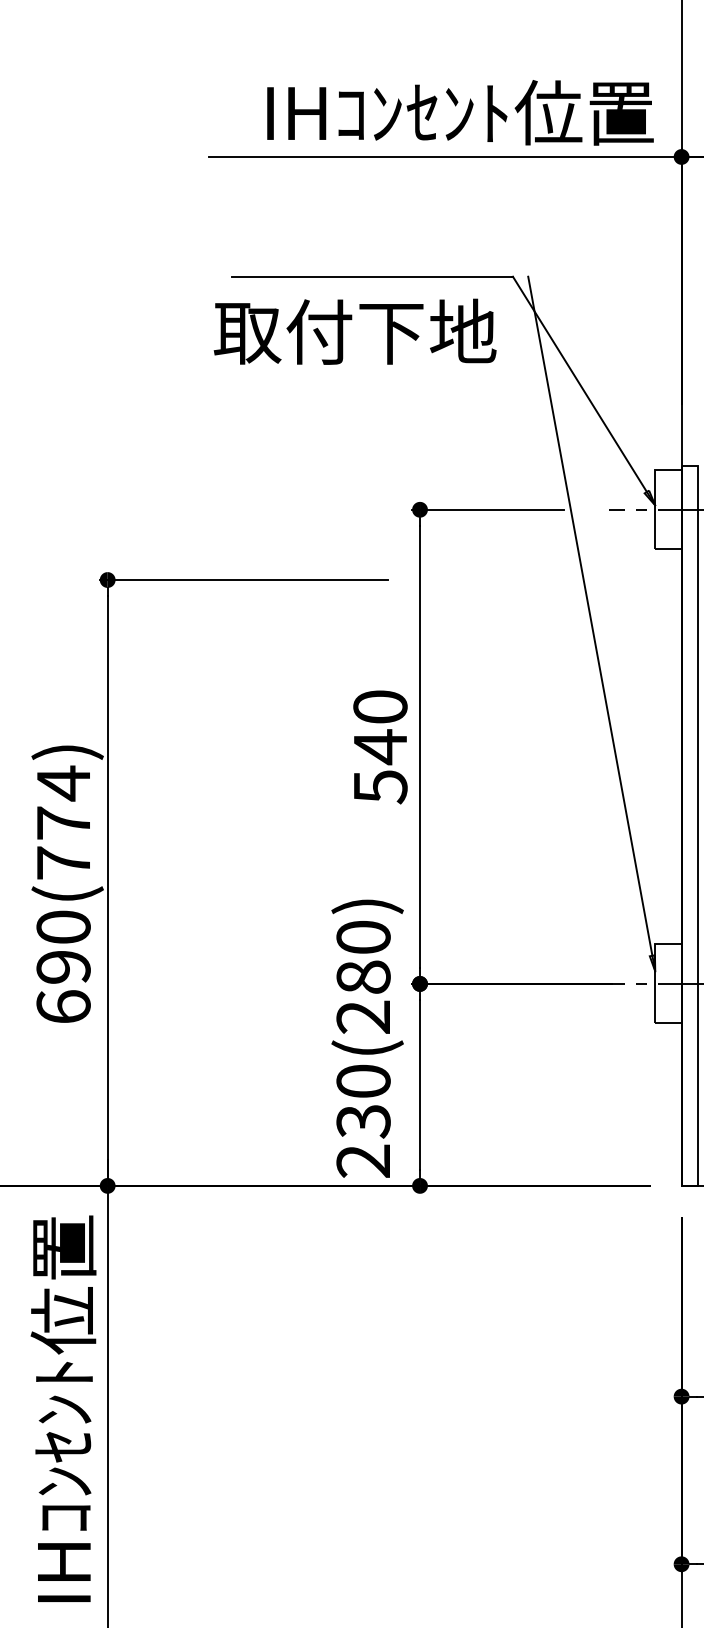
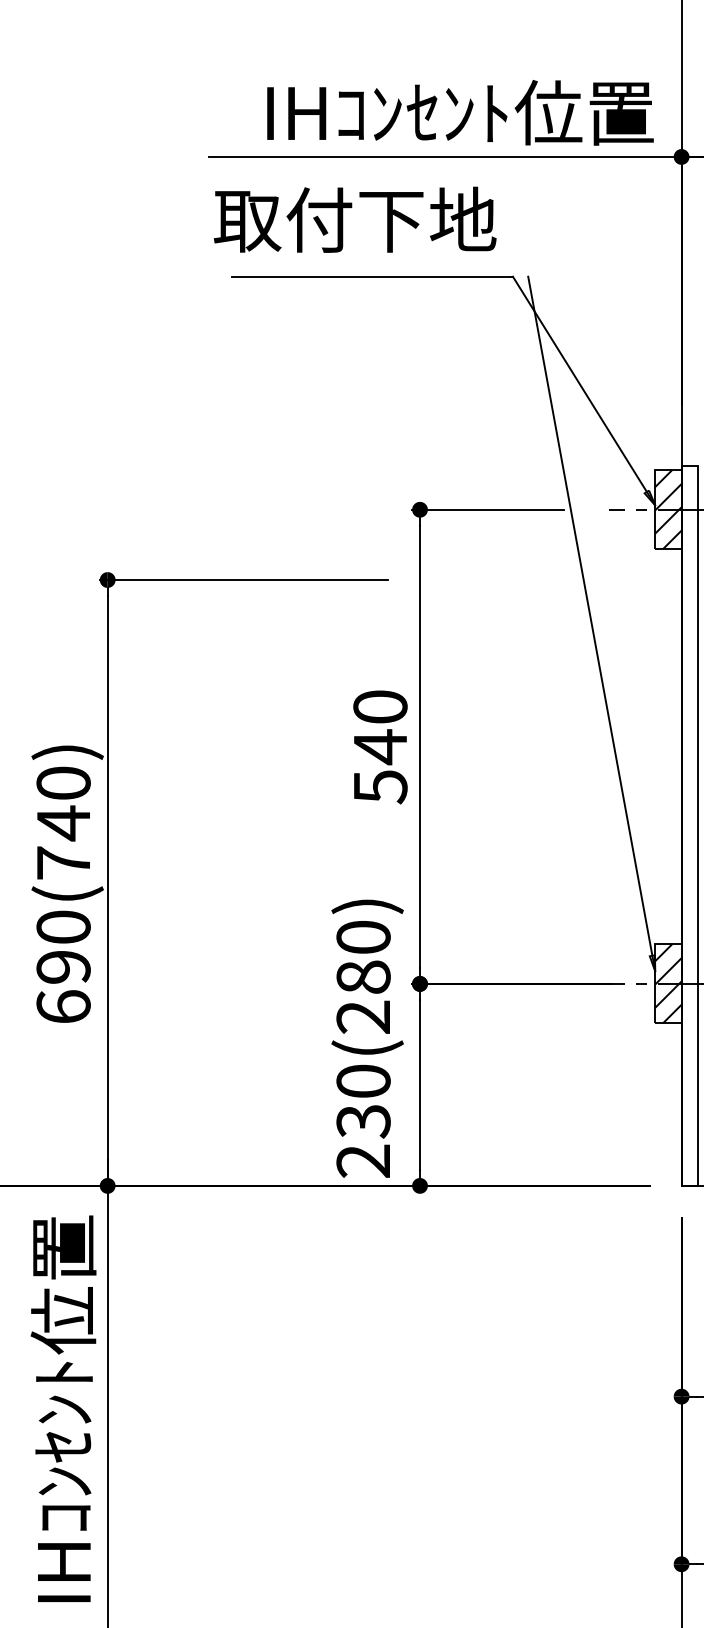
text at (354, 331) position: (354, 331) -> (354, 219)
hatch at (668, 509): none -> present
text at (63, 803): 690(774) -> 690(740)
hatch at (668, 983): none -> present
